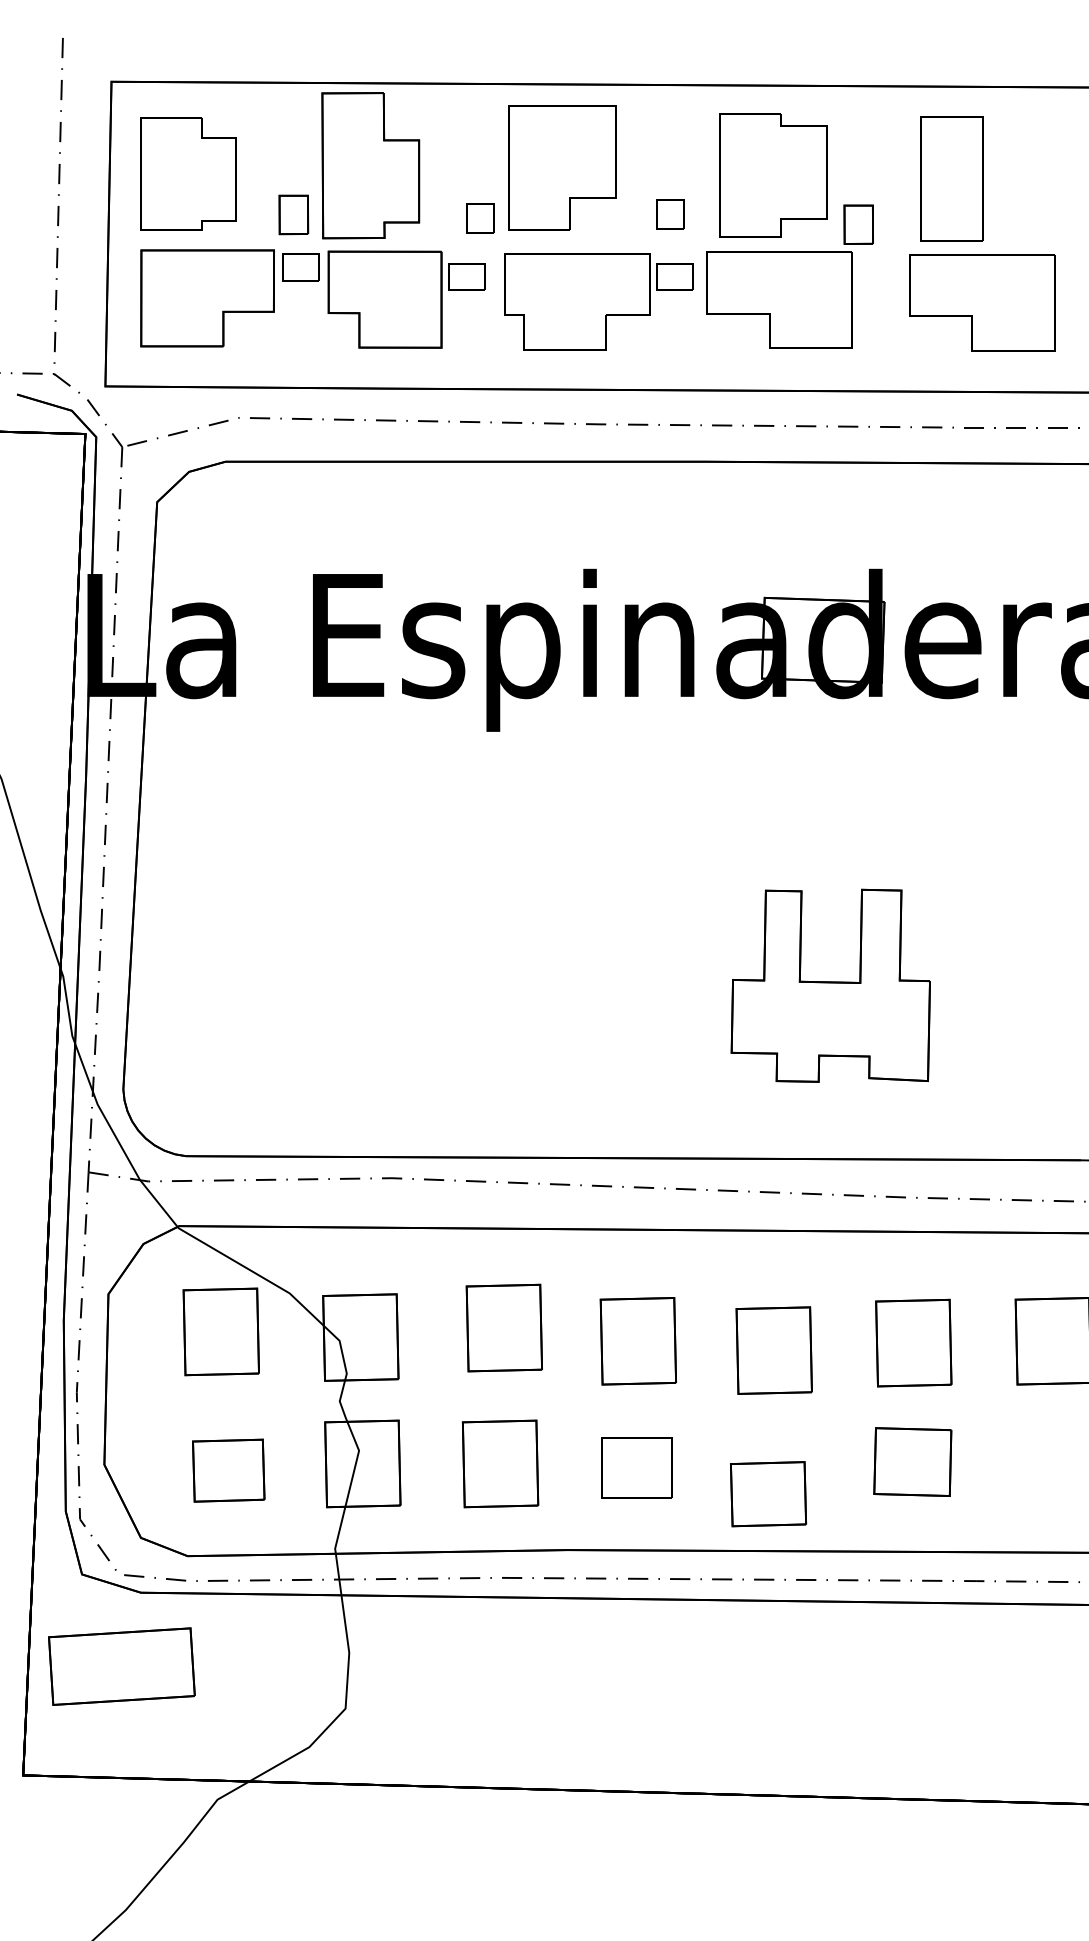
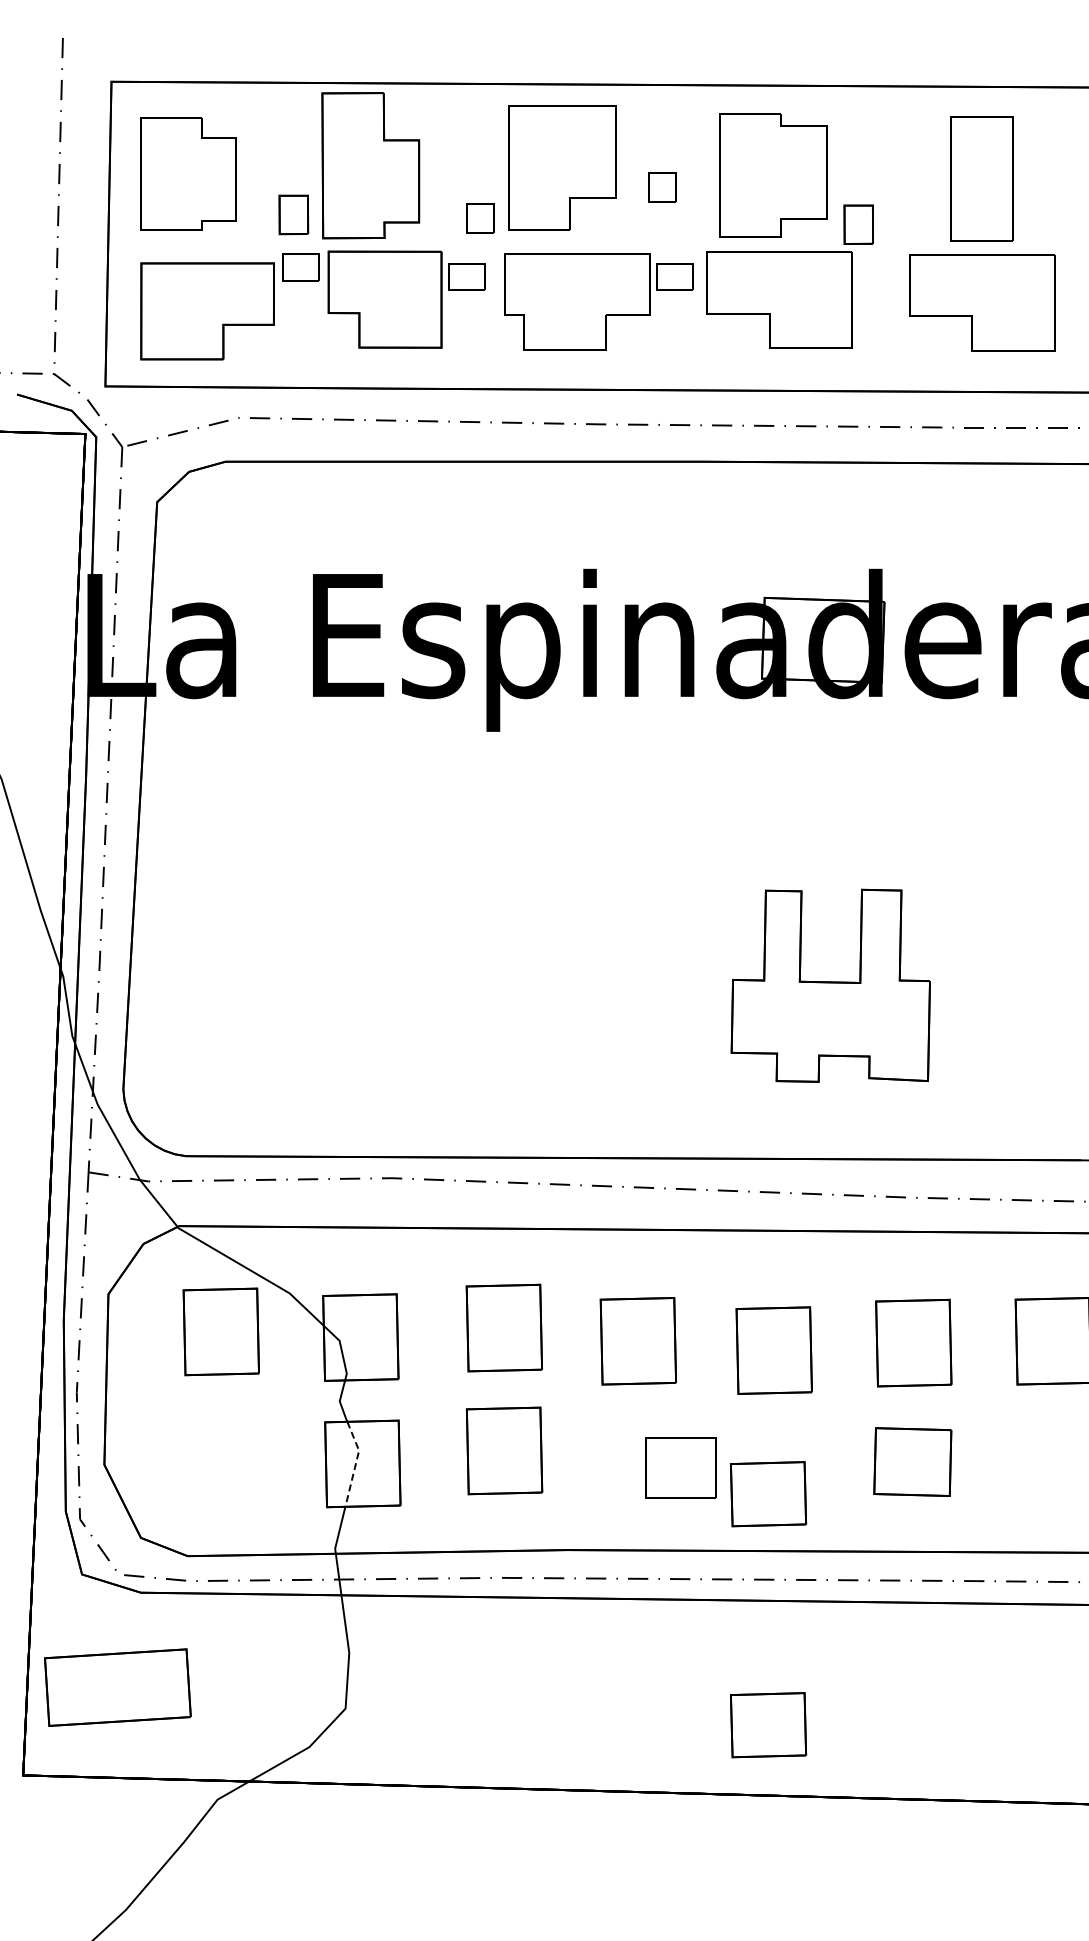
part at (951, 178) position: (951, 178) -> (981, 178)
part at (670, 214) position: (670, 214) -> (662, 187)
part at (207, 298) position: (207, 298) -> (207, 311)
line at (356, 1463): solid -> dashed
part at (500, 1463) position: (500, 1463) -> (504, 1450)
part at (636, 1467) position: (636, 1467) -> (680, 1467)
part at (228, 1470): present -> none
part at (121, 1666) position: (121, 1666) -> (117, 1687)
part at (768, 1725): none -> present
